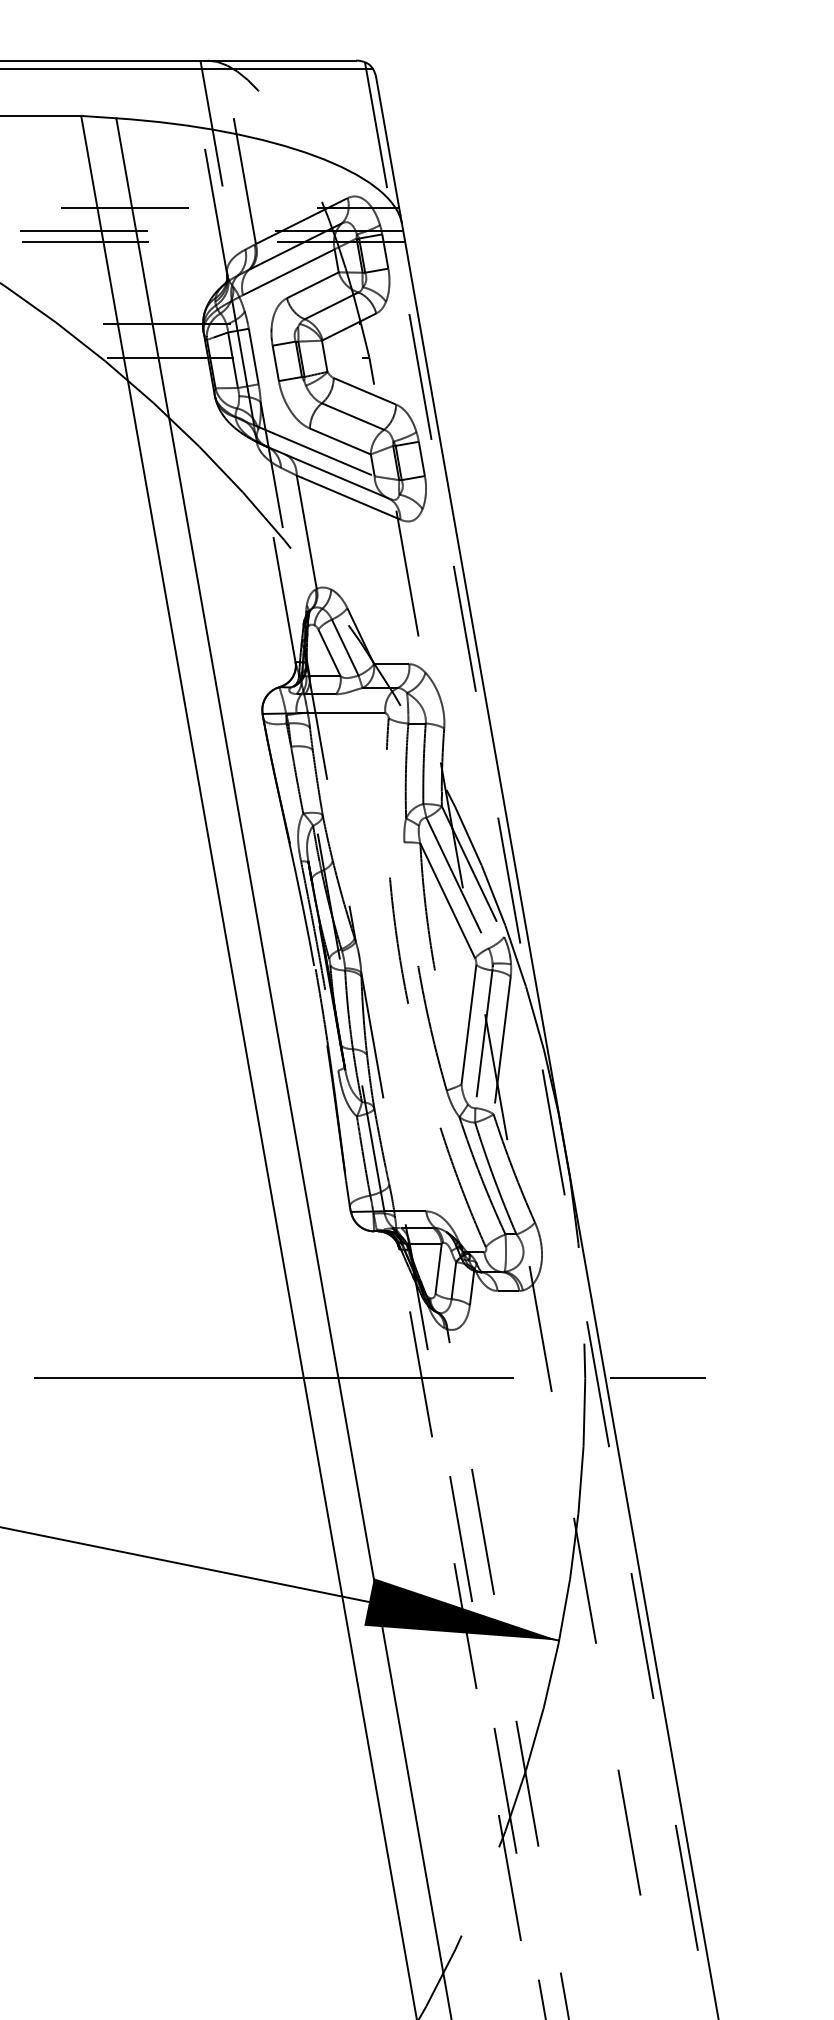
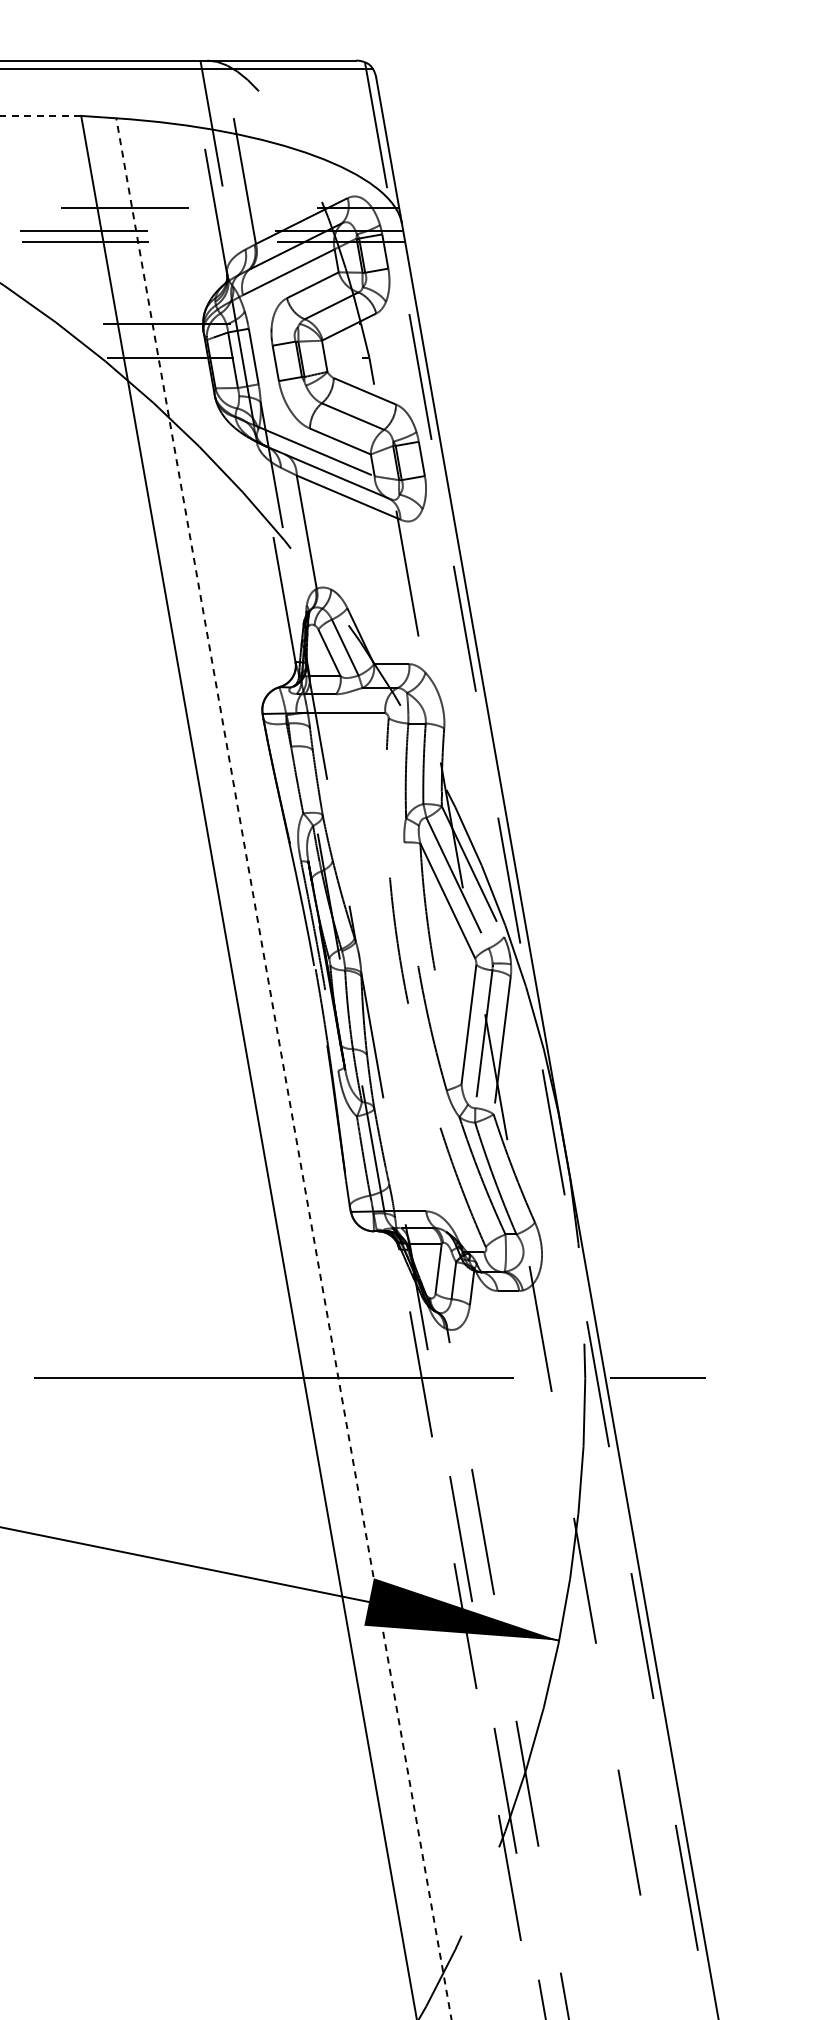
line at (40, 115): solid -> dashed
line at (283, 1068): solid -> dashed
